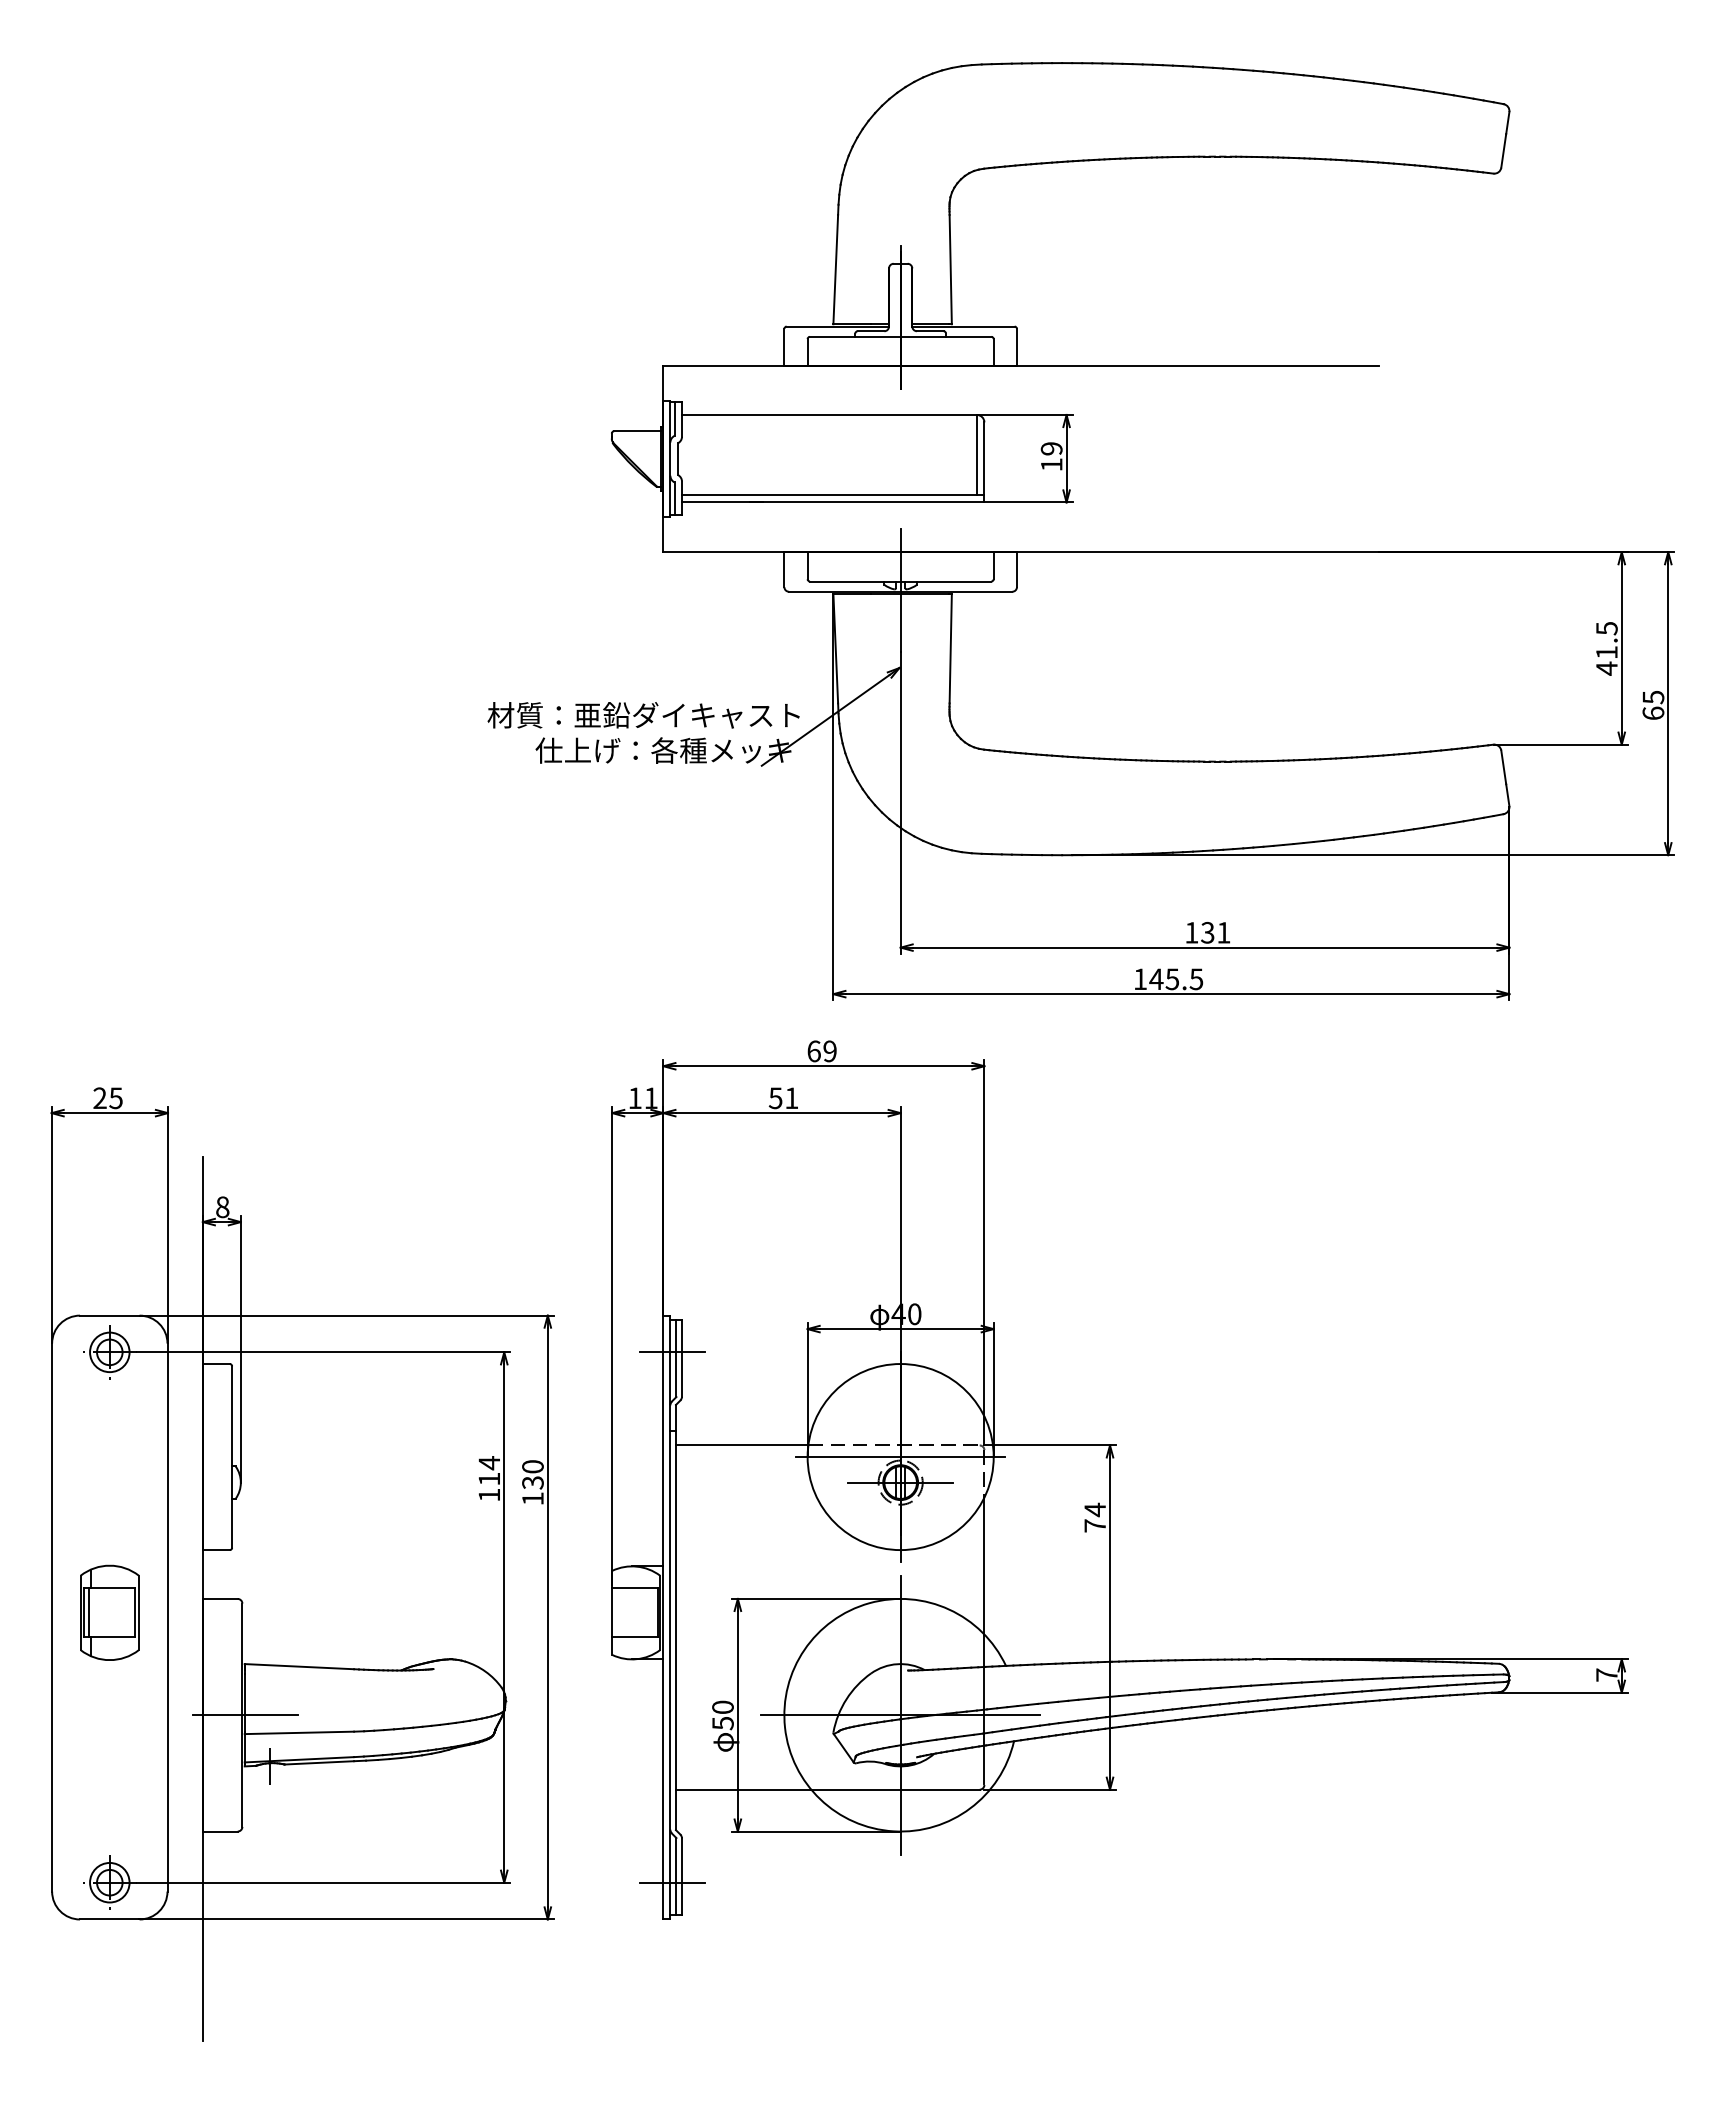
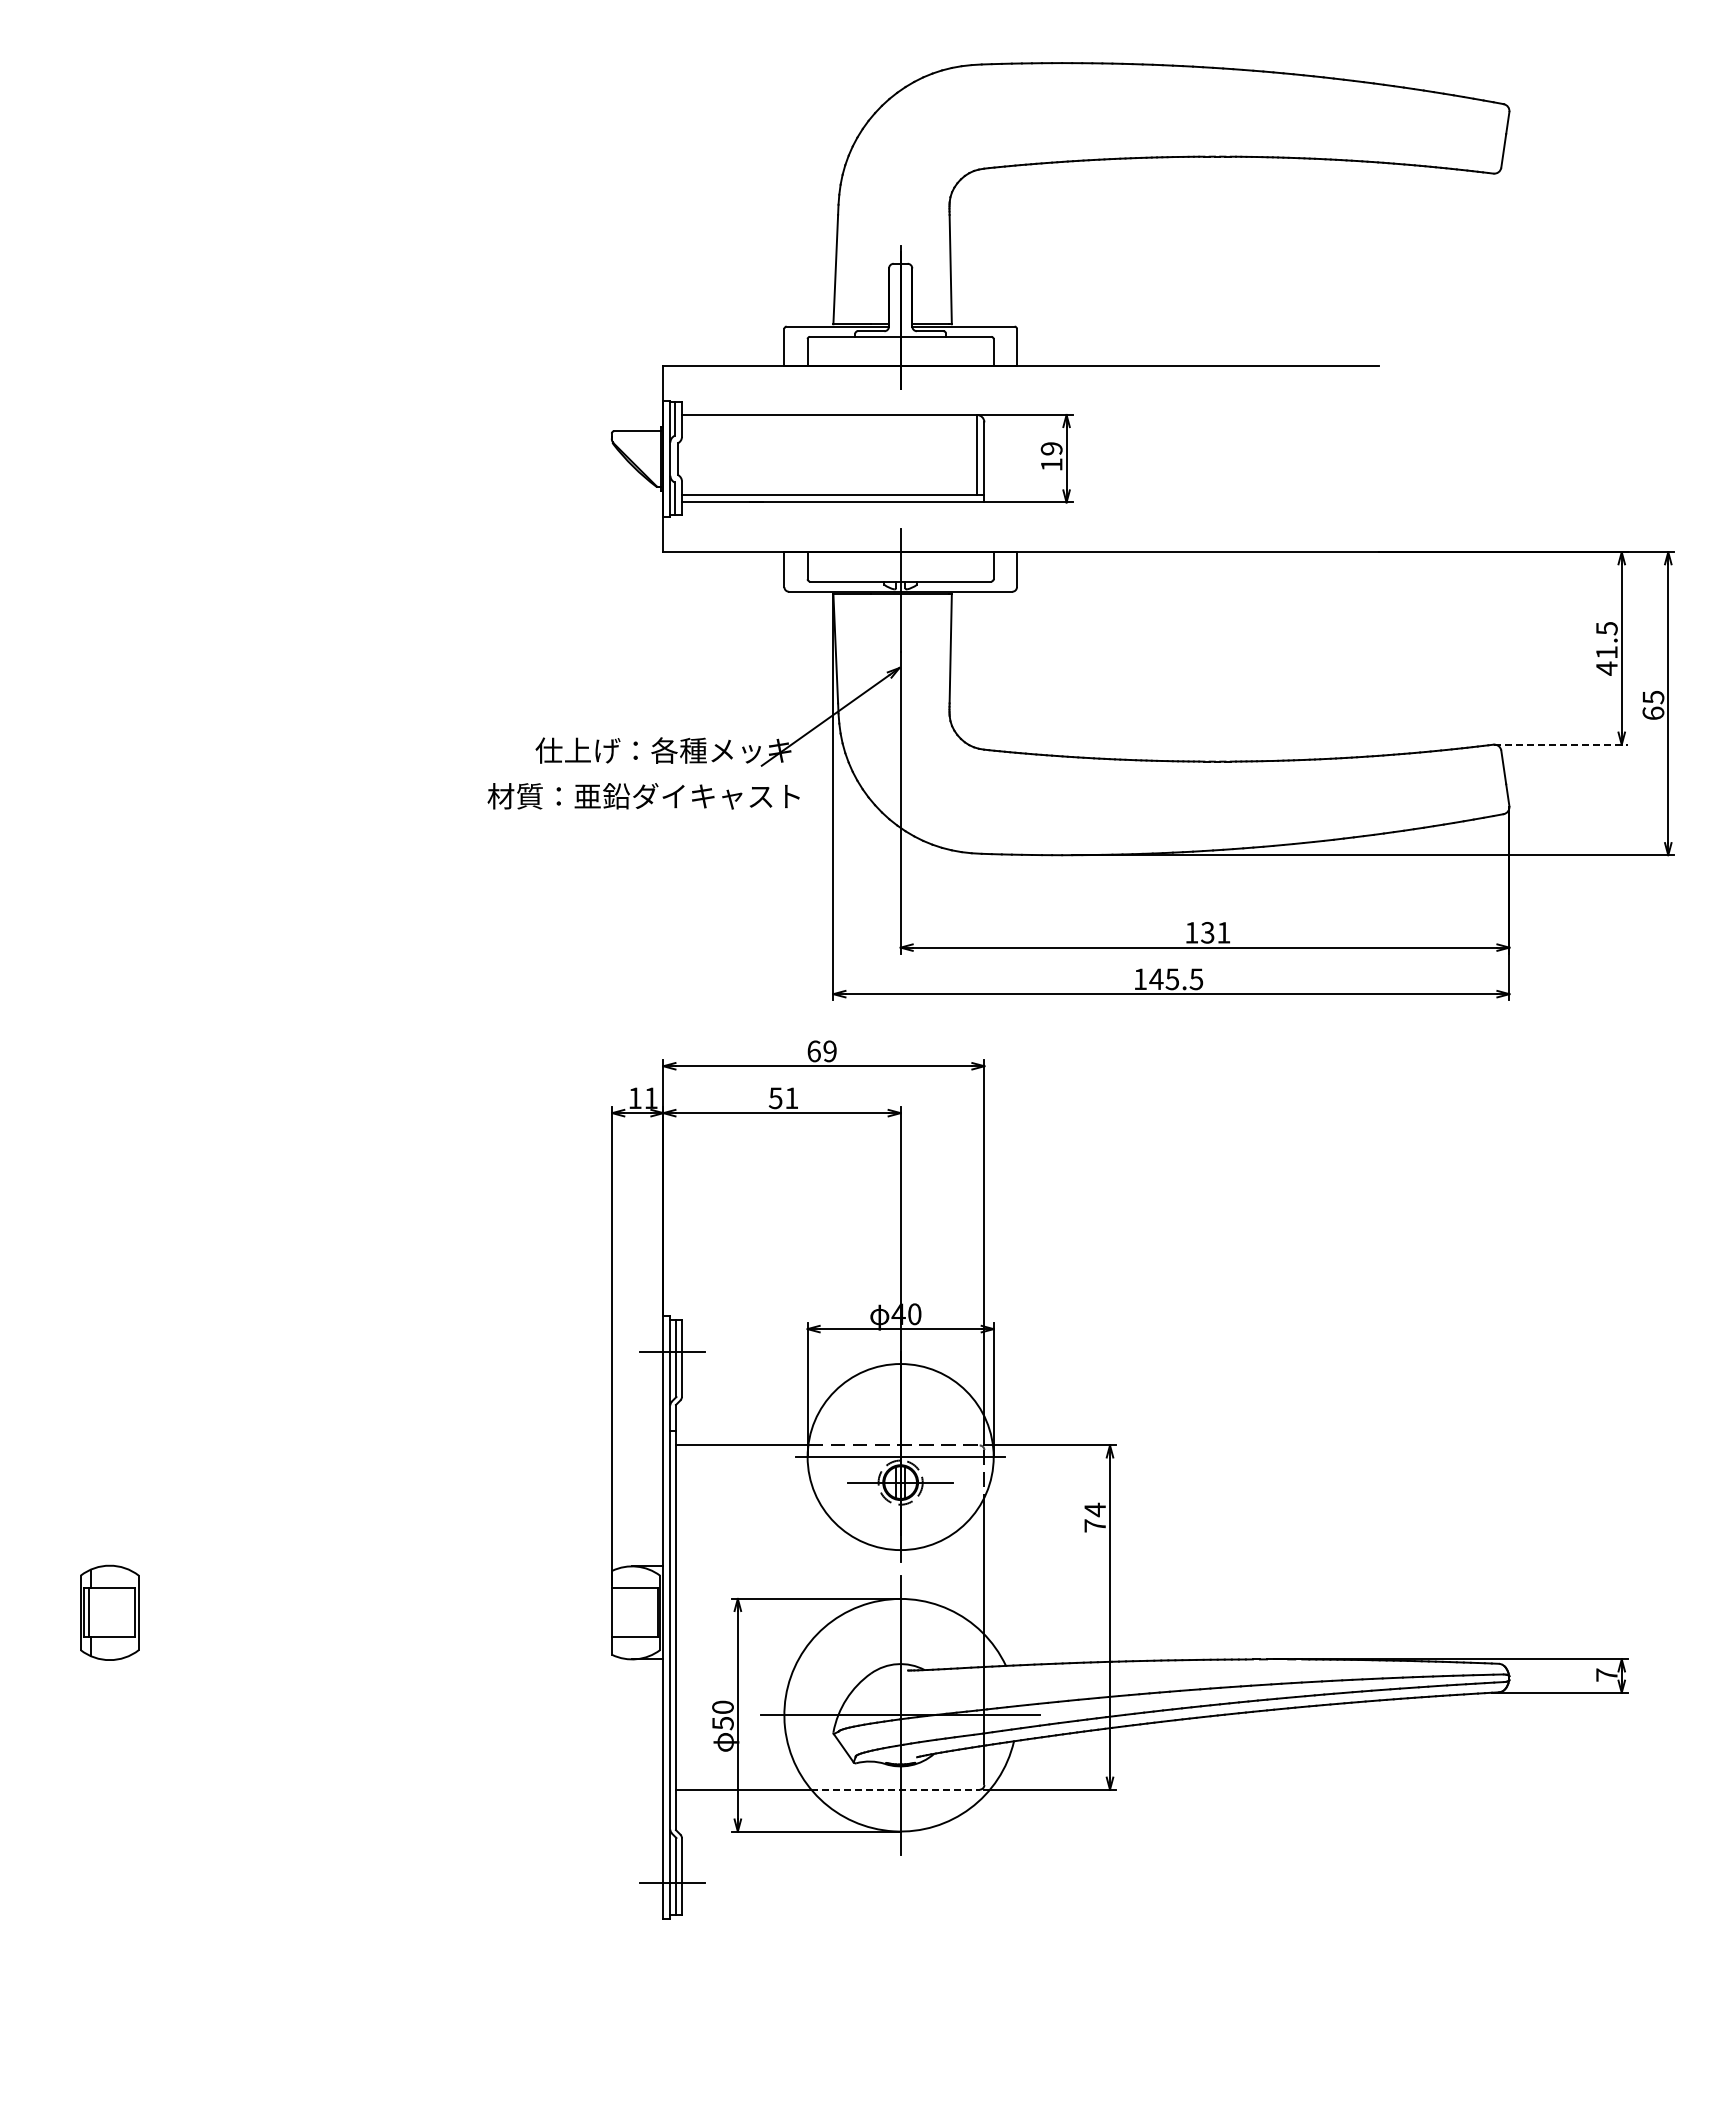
text at (643, 715) position: (643, 715) -> (643, 796)
line at (1561, 744): solid -> dashed
part at (302, 1564): present -> none
line at (896, 1789): solid -> dashed
